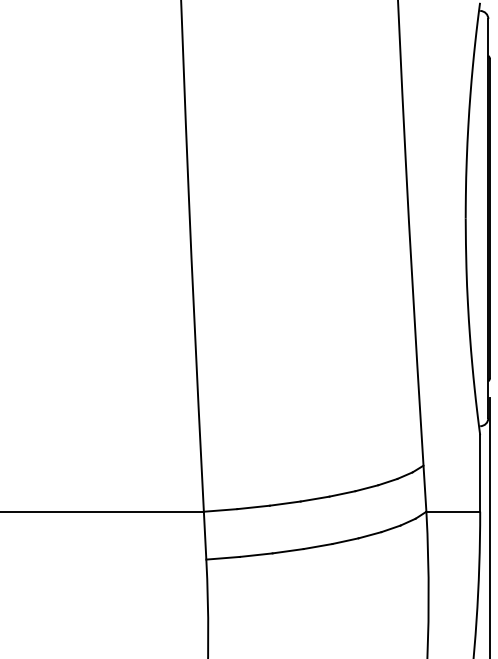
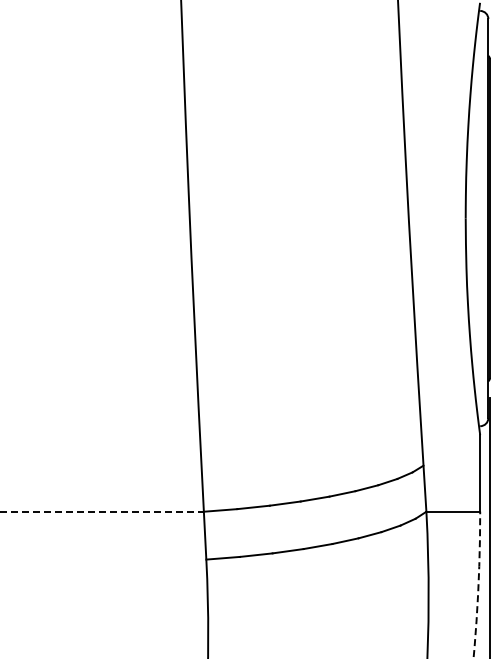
line at (101, 511): solid -> dashed
arc at (478, 585): solid -> dashed
